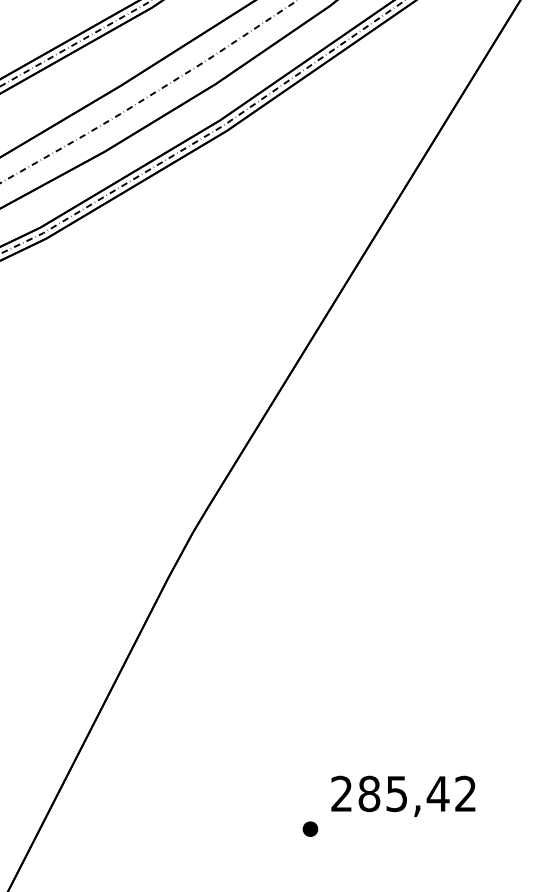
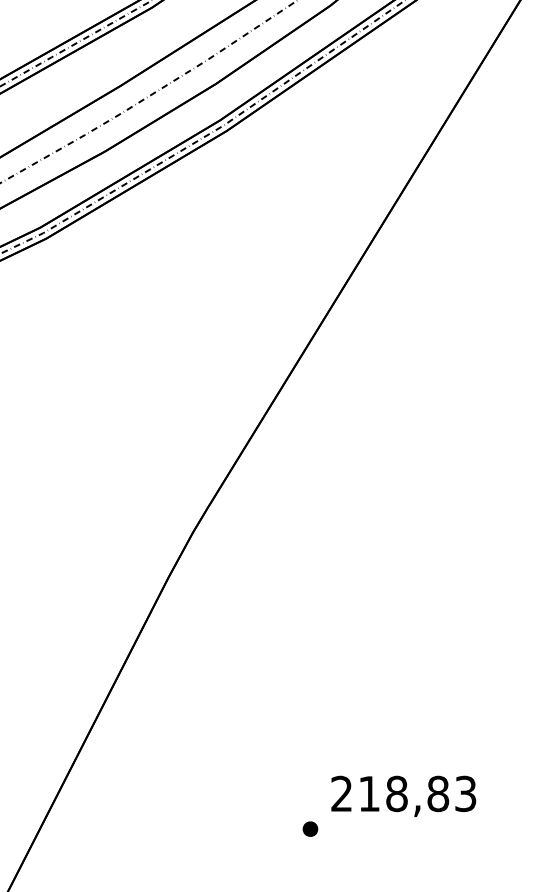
text at (417, 793): 285,42 -> 218,83
